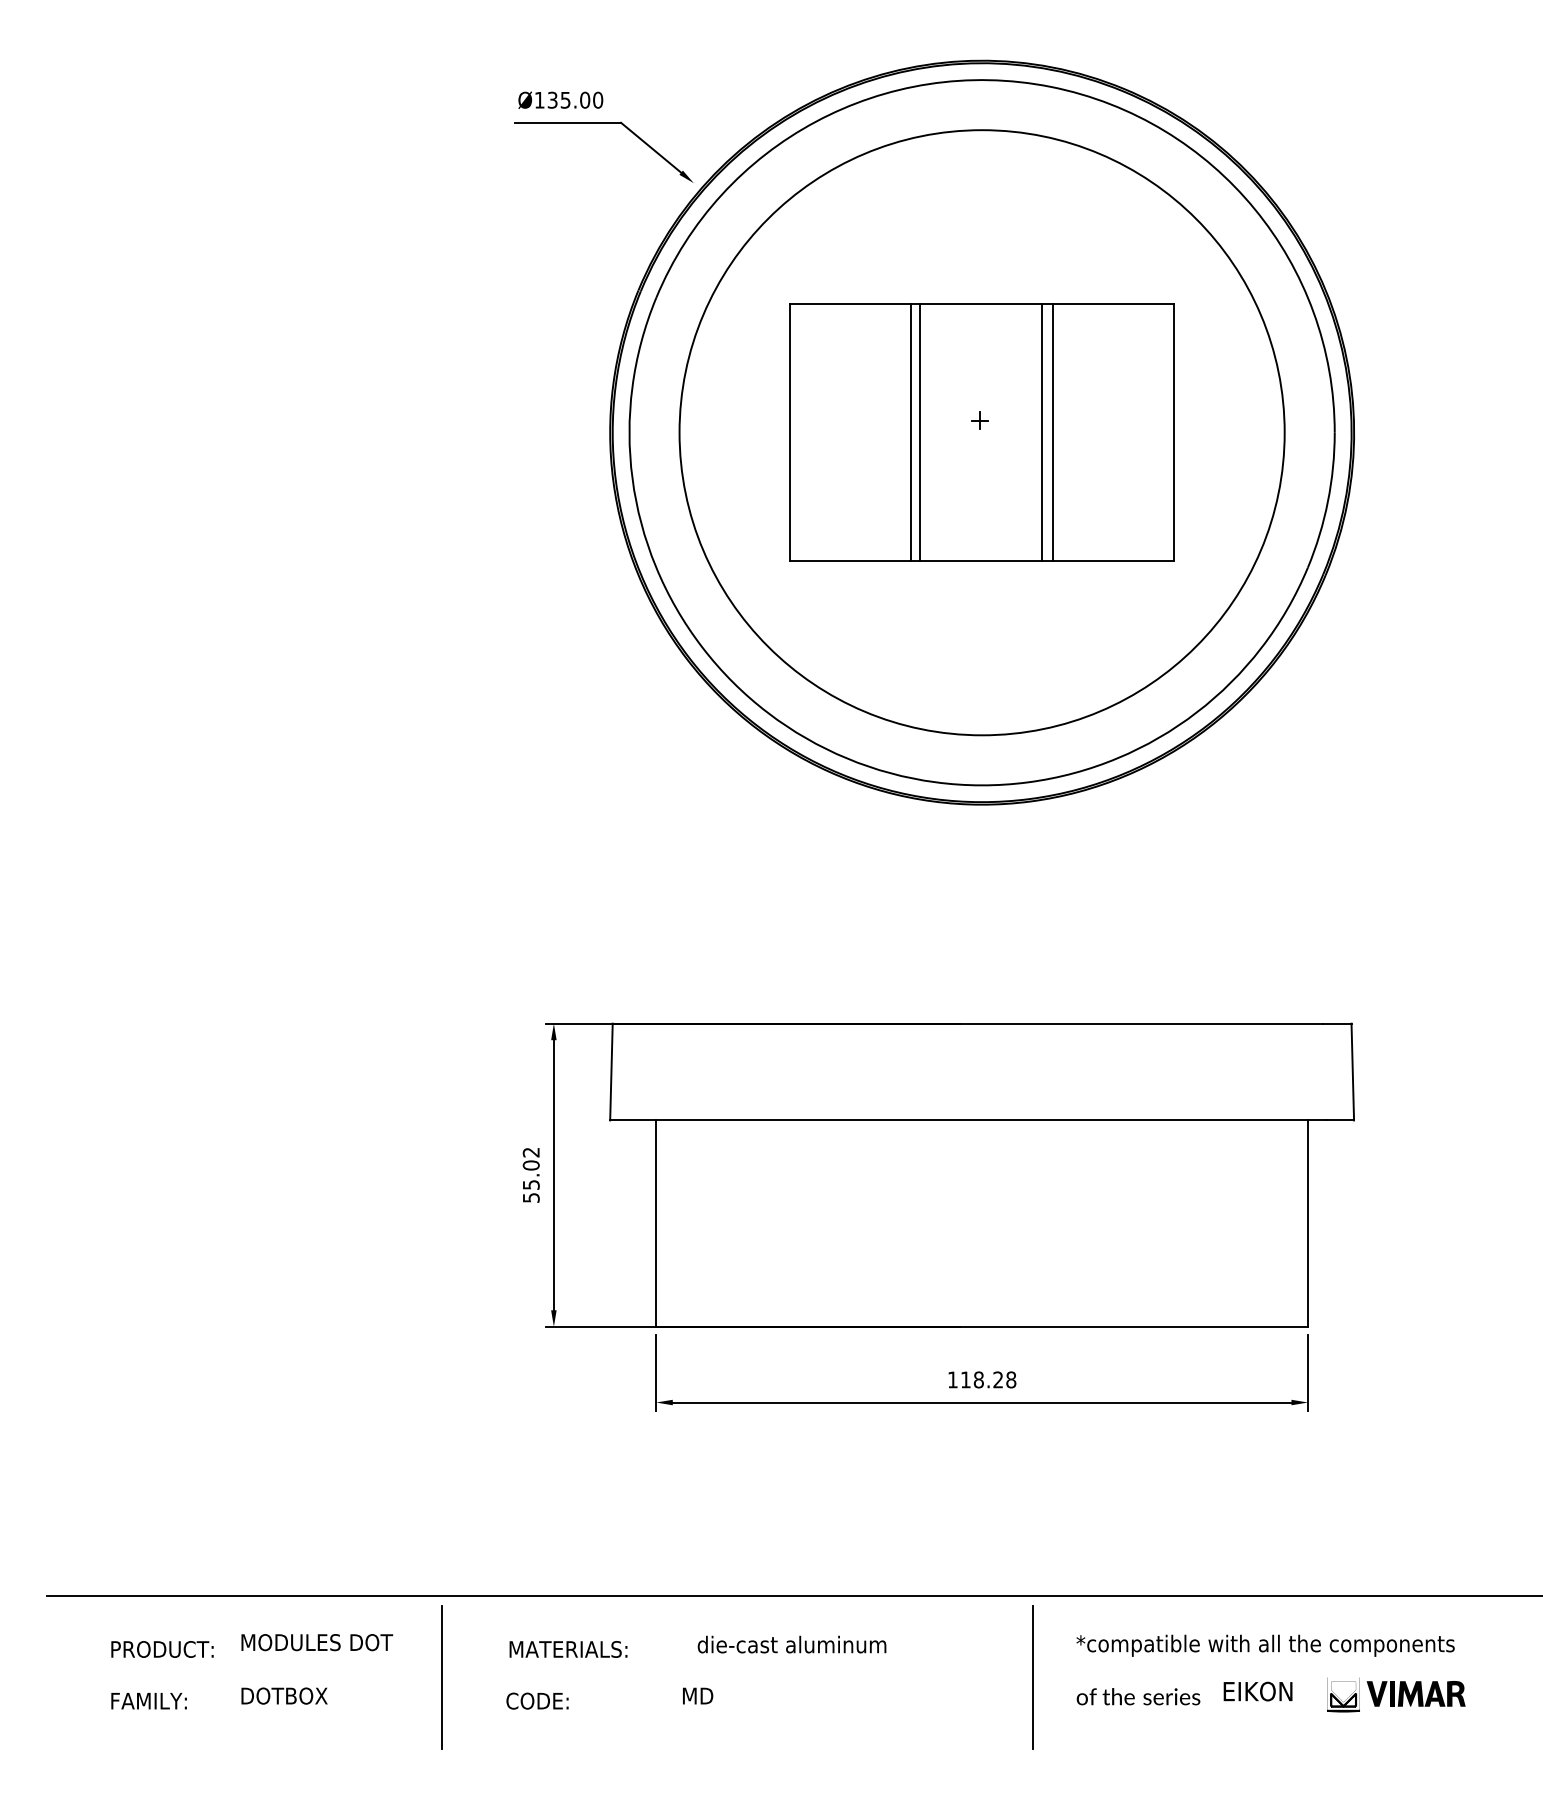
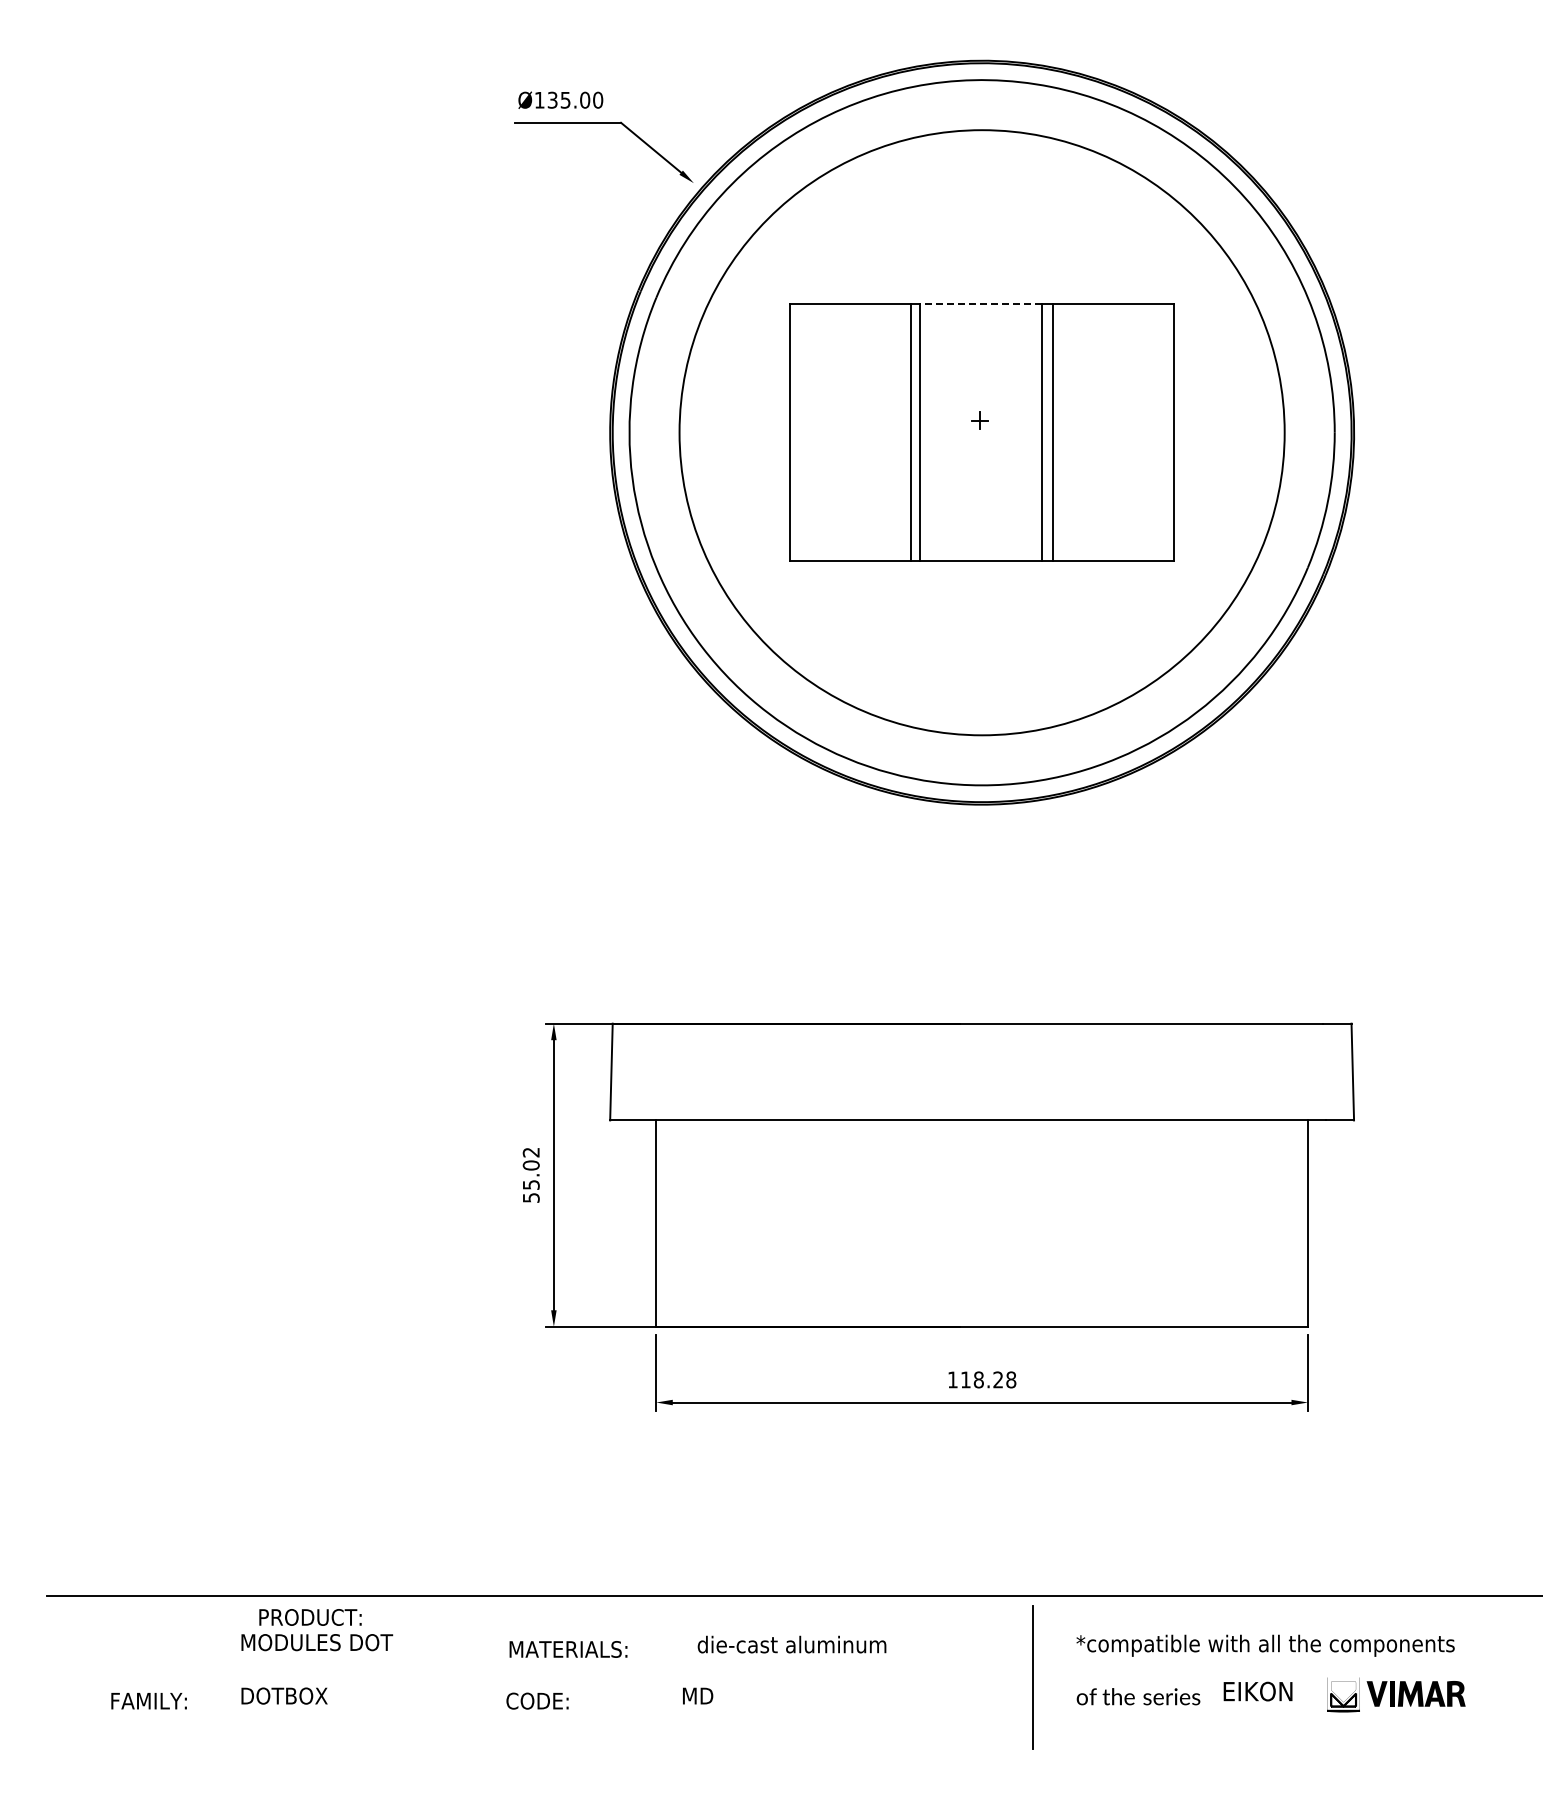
line at (981, 304): solid -> dashed
text at (162, 1649) position: (162, 1649) -> (310, 1617)
line at (442, 1676): present -> none
